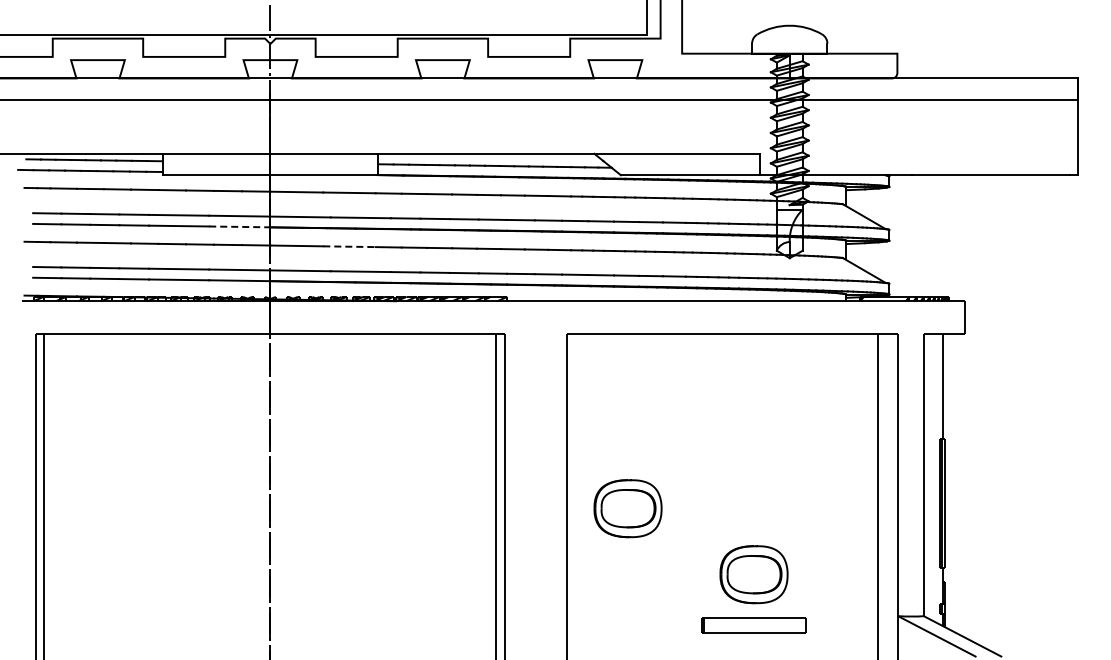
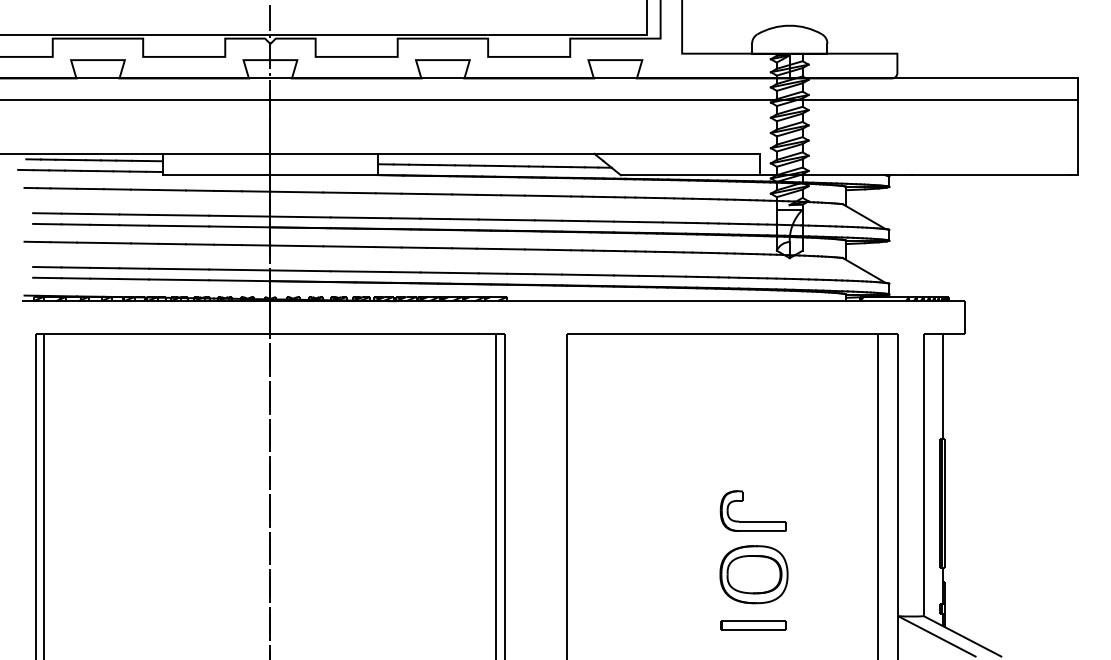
line at (240, 226): dashed -> solid
line at (350, 246): dashed -> solid
part at (627, 508): present -> none
part at (752, 521): none -> present
part at (753, 625) size: 106x17 px -> 67x11 px
